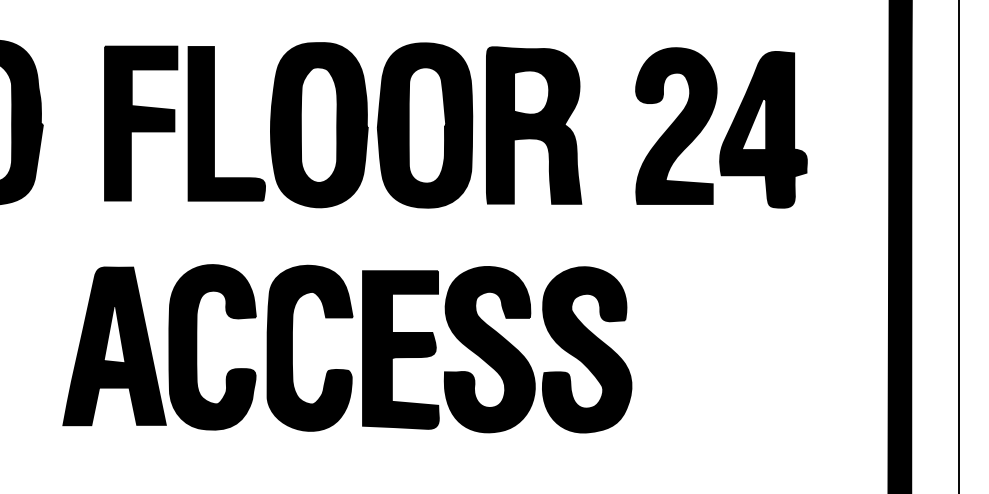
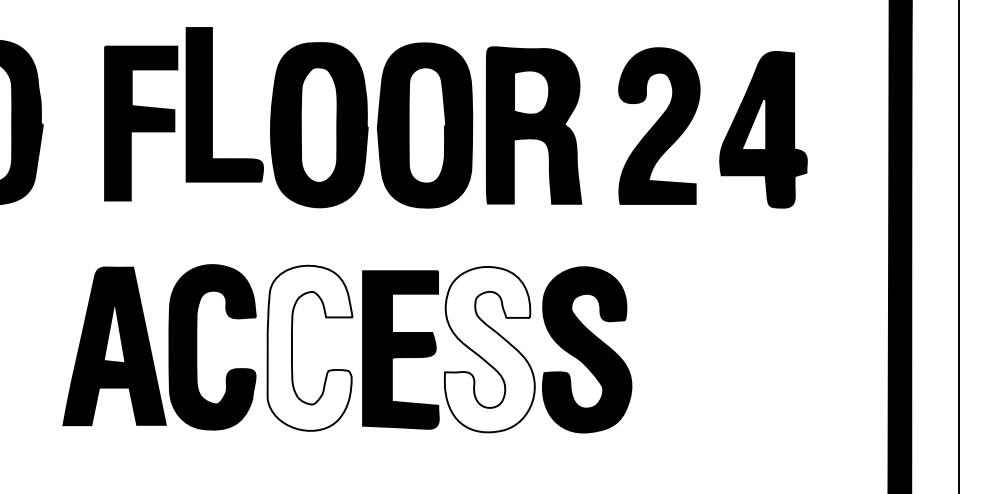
part at (214, 123) position: (214, 123) -> (212, 104)
part at (676, 125) position: (676, 125) -> (659, 125)
fill at (309, 347): present -> none
fill at (489, 349): present -> none
